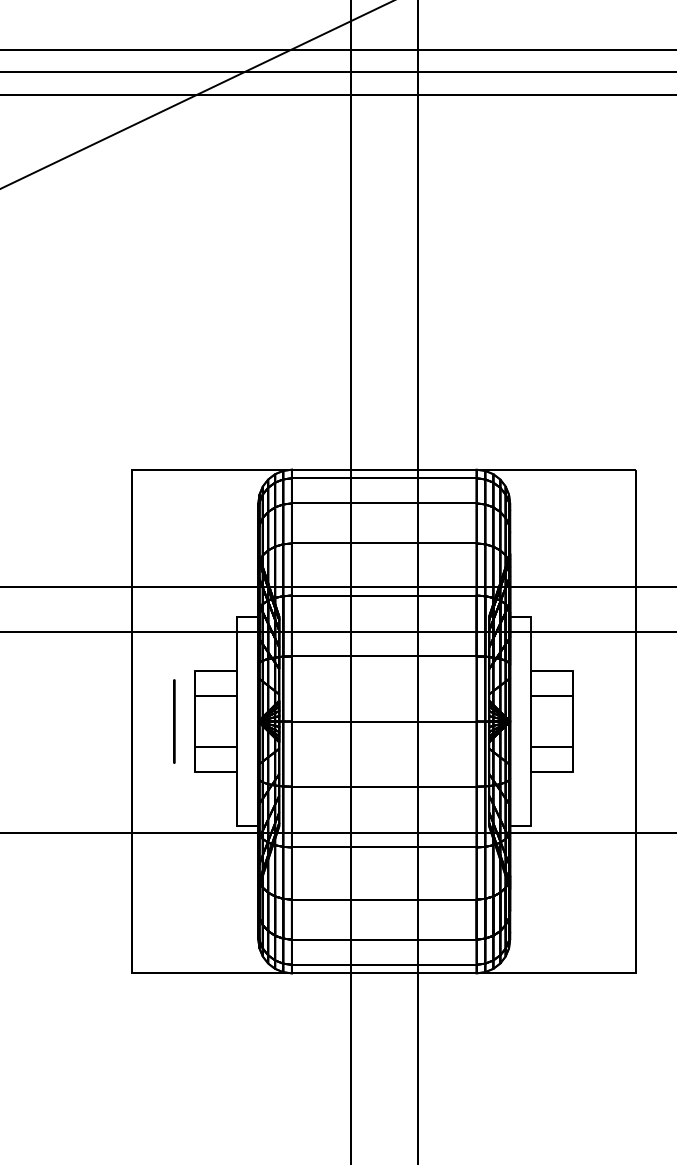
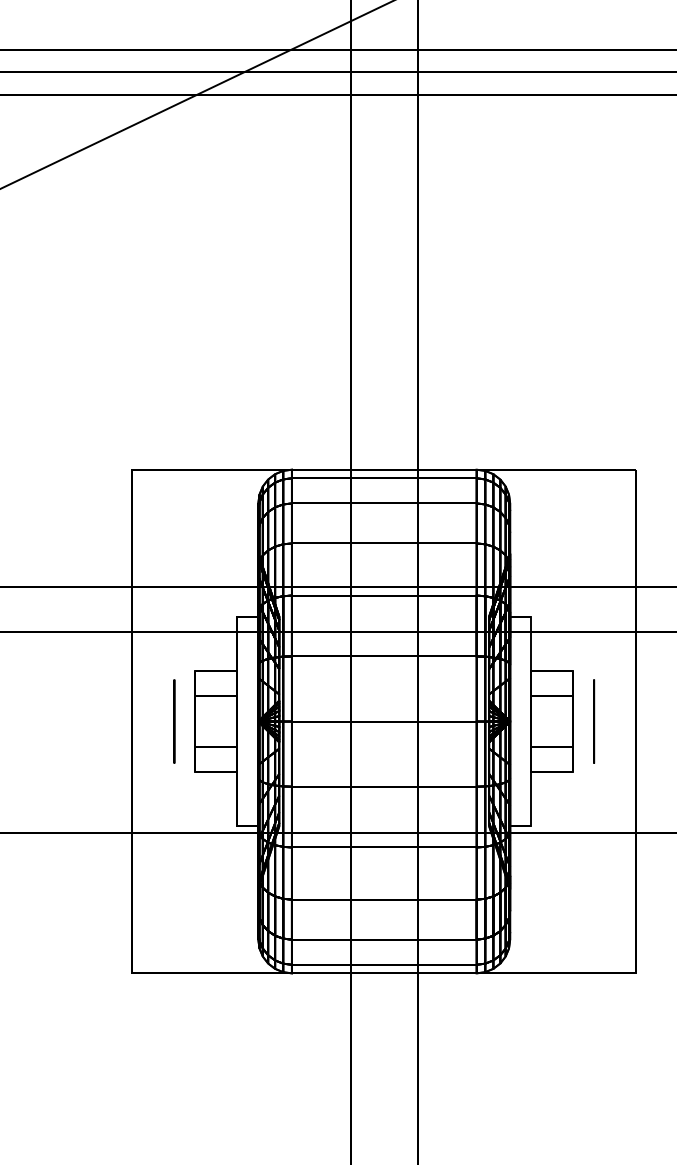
circle at (594, 721): none -> present
